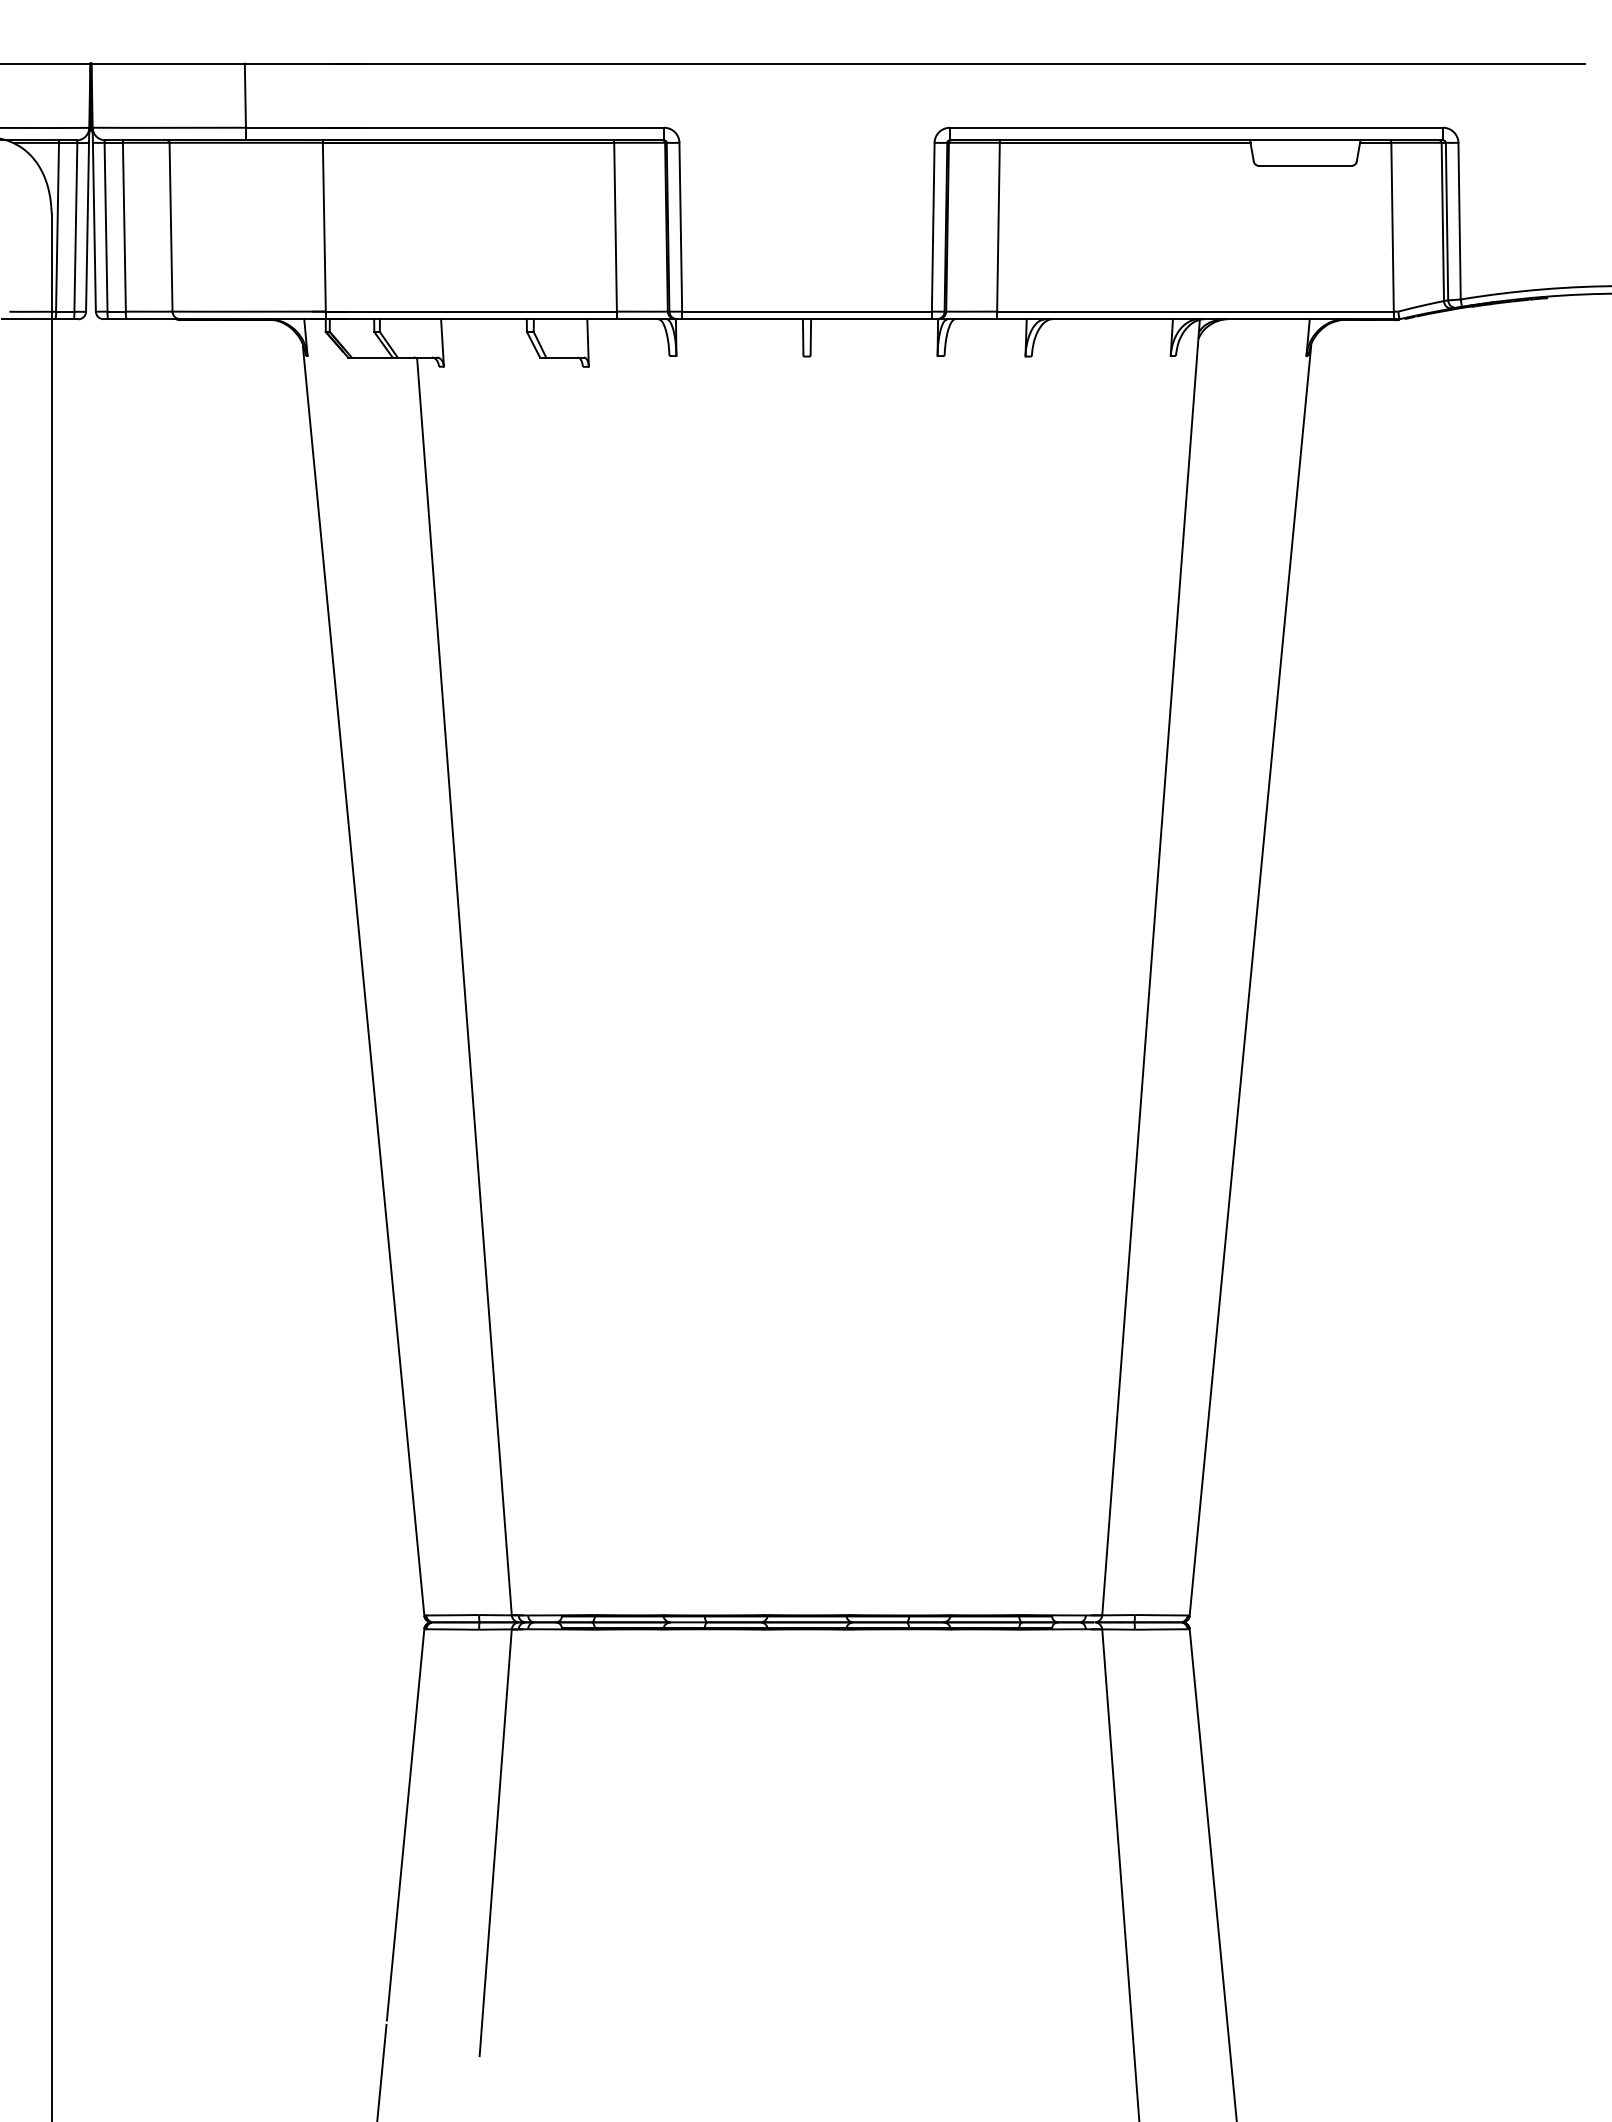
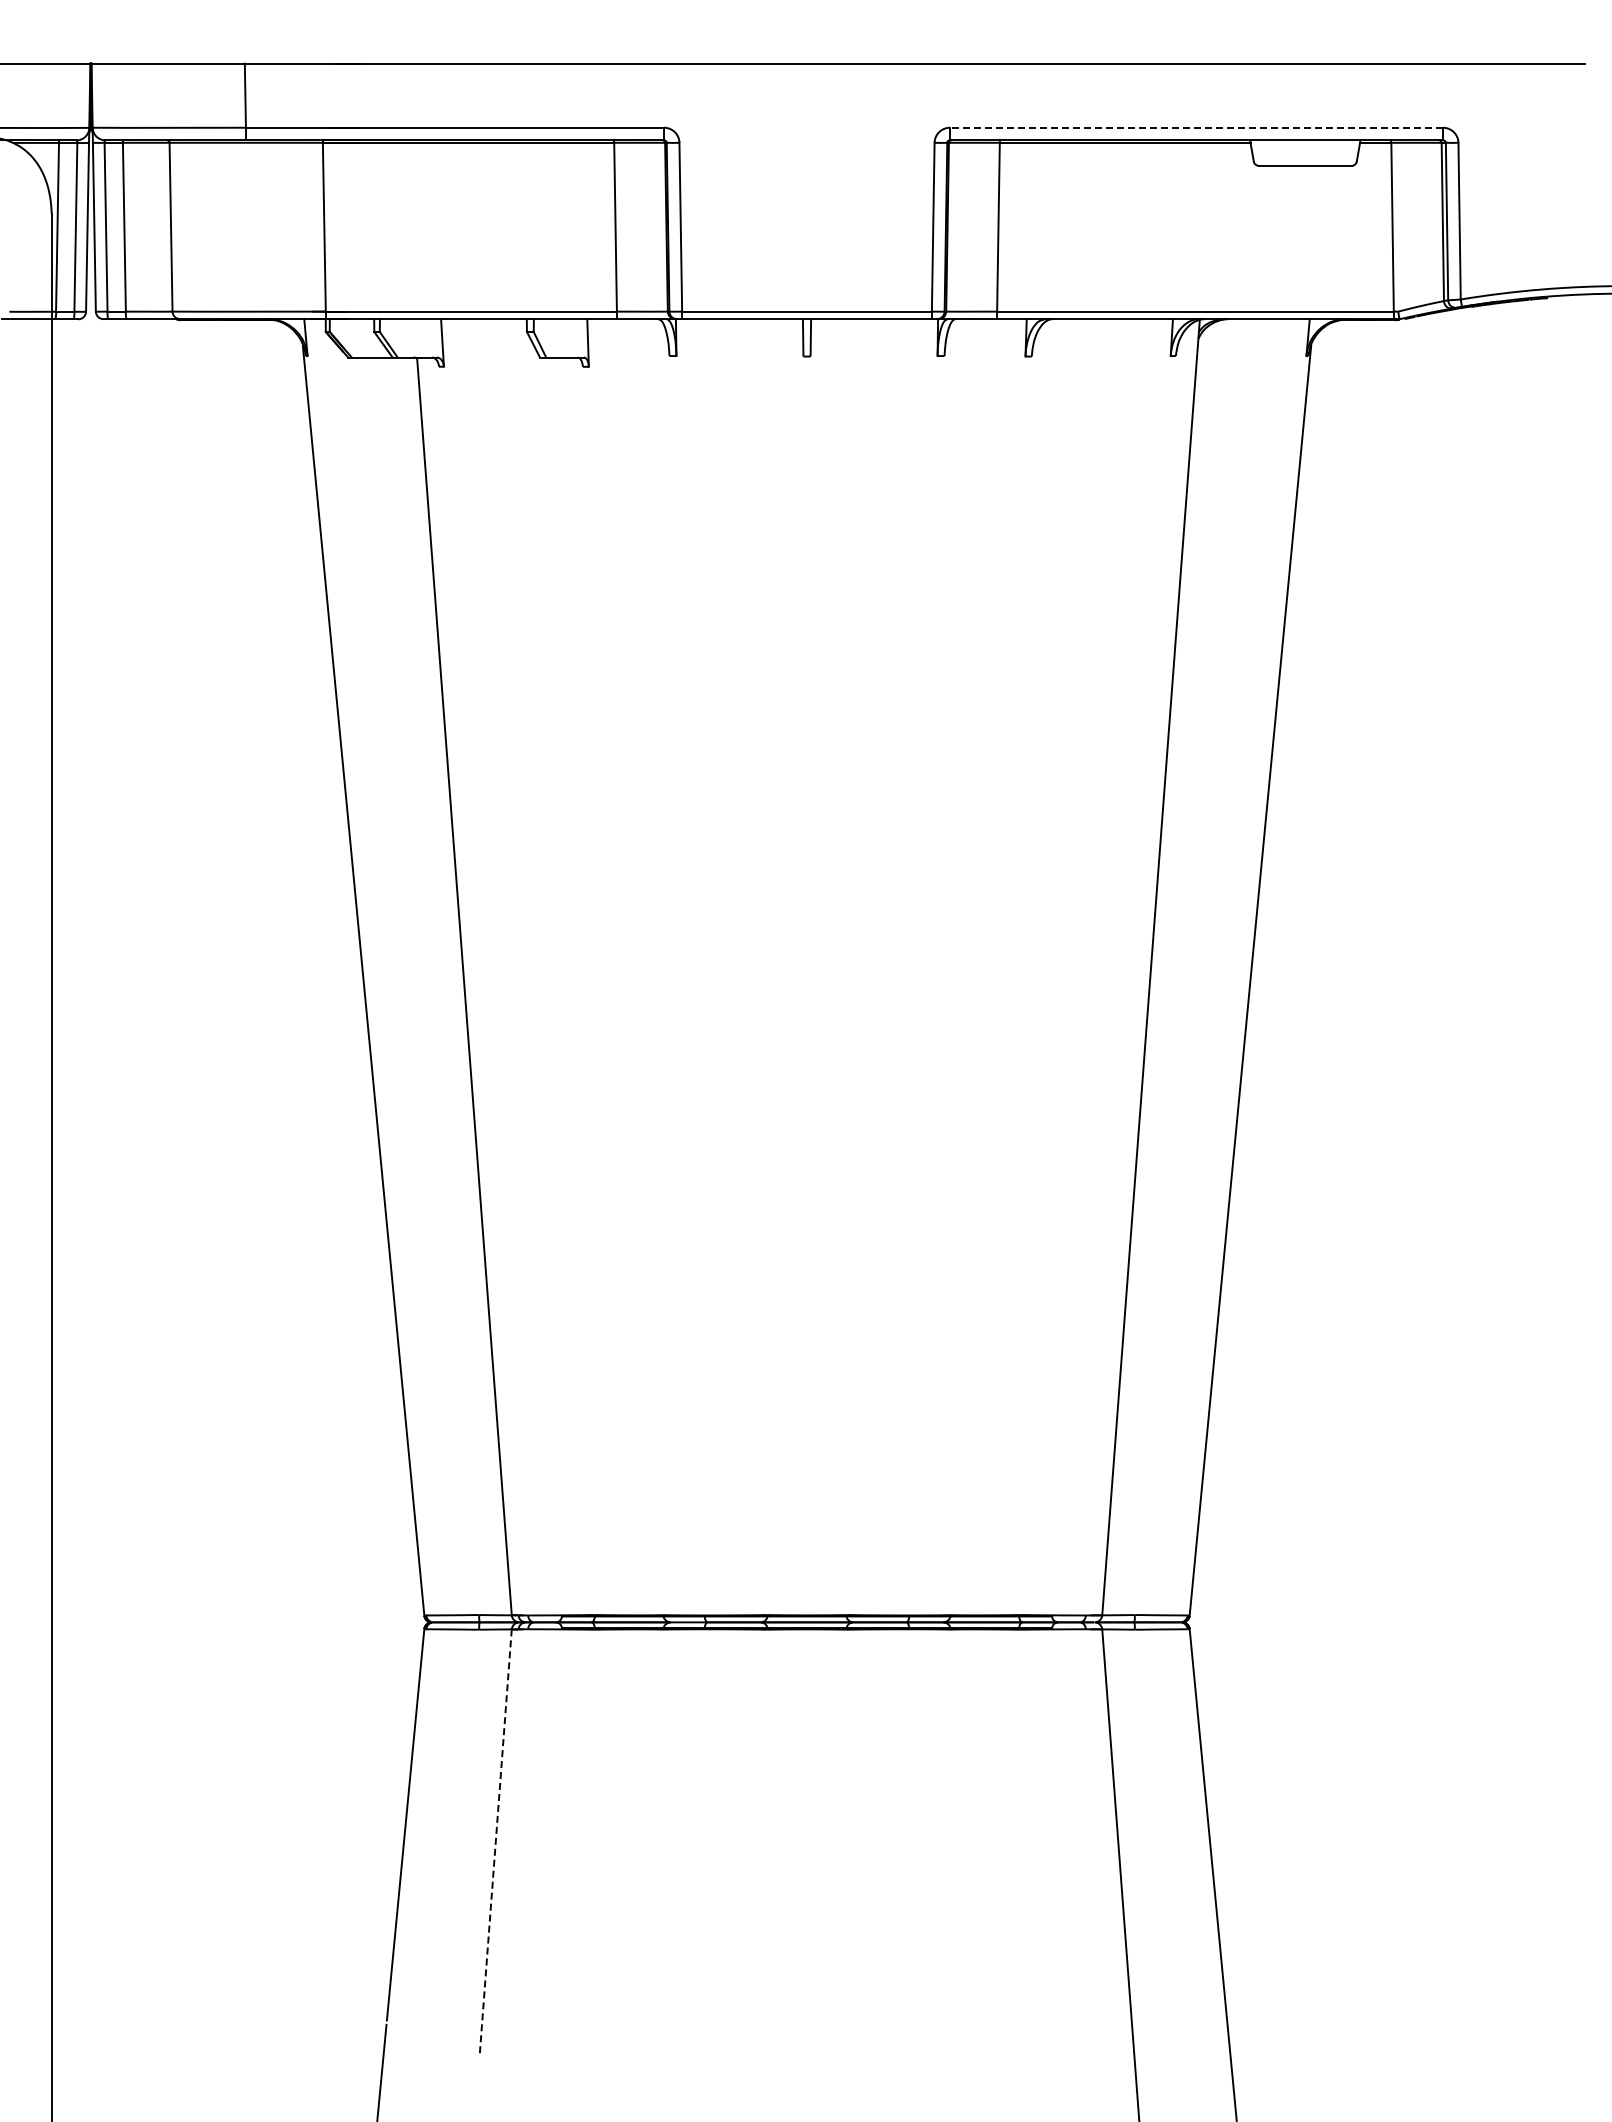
line at (1195, 127): solid -> dashed
line at (495, 1843): solid -> dashed
